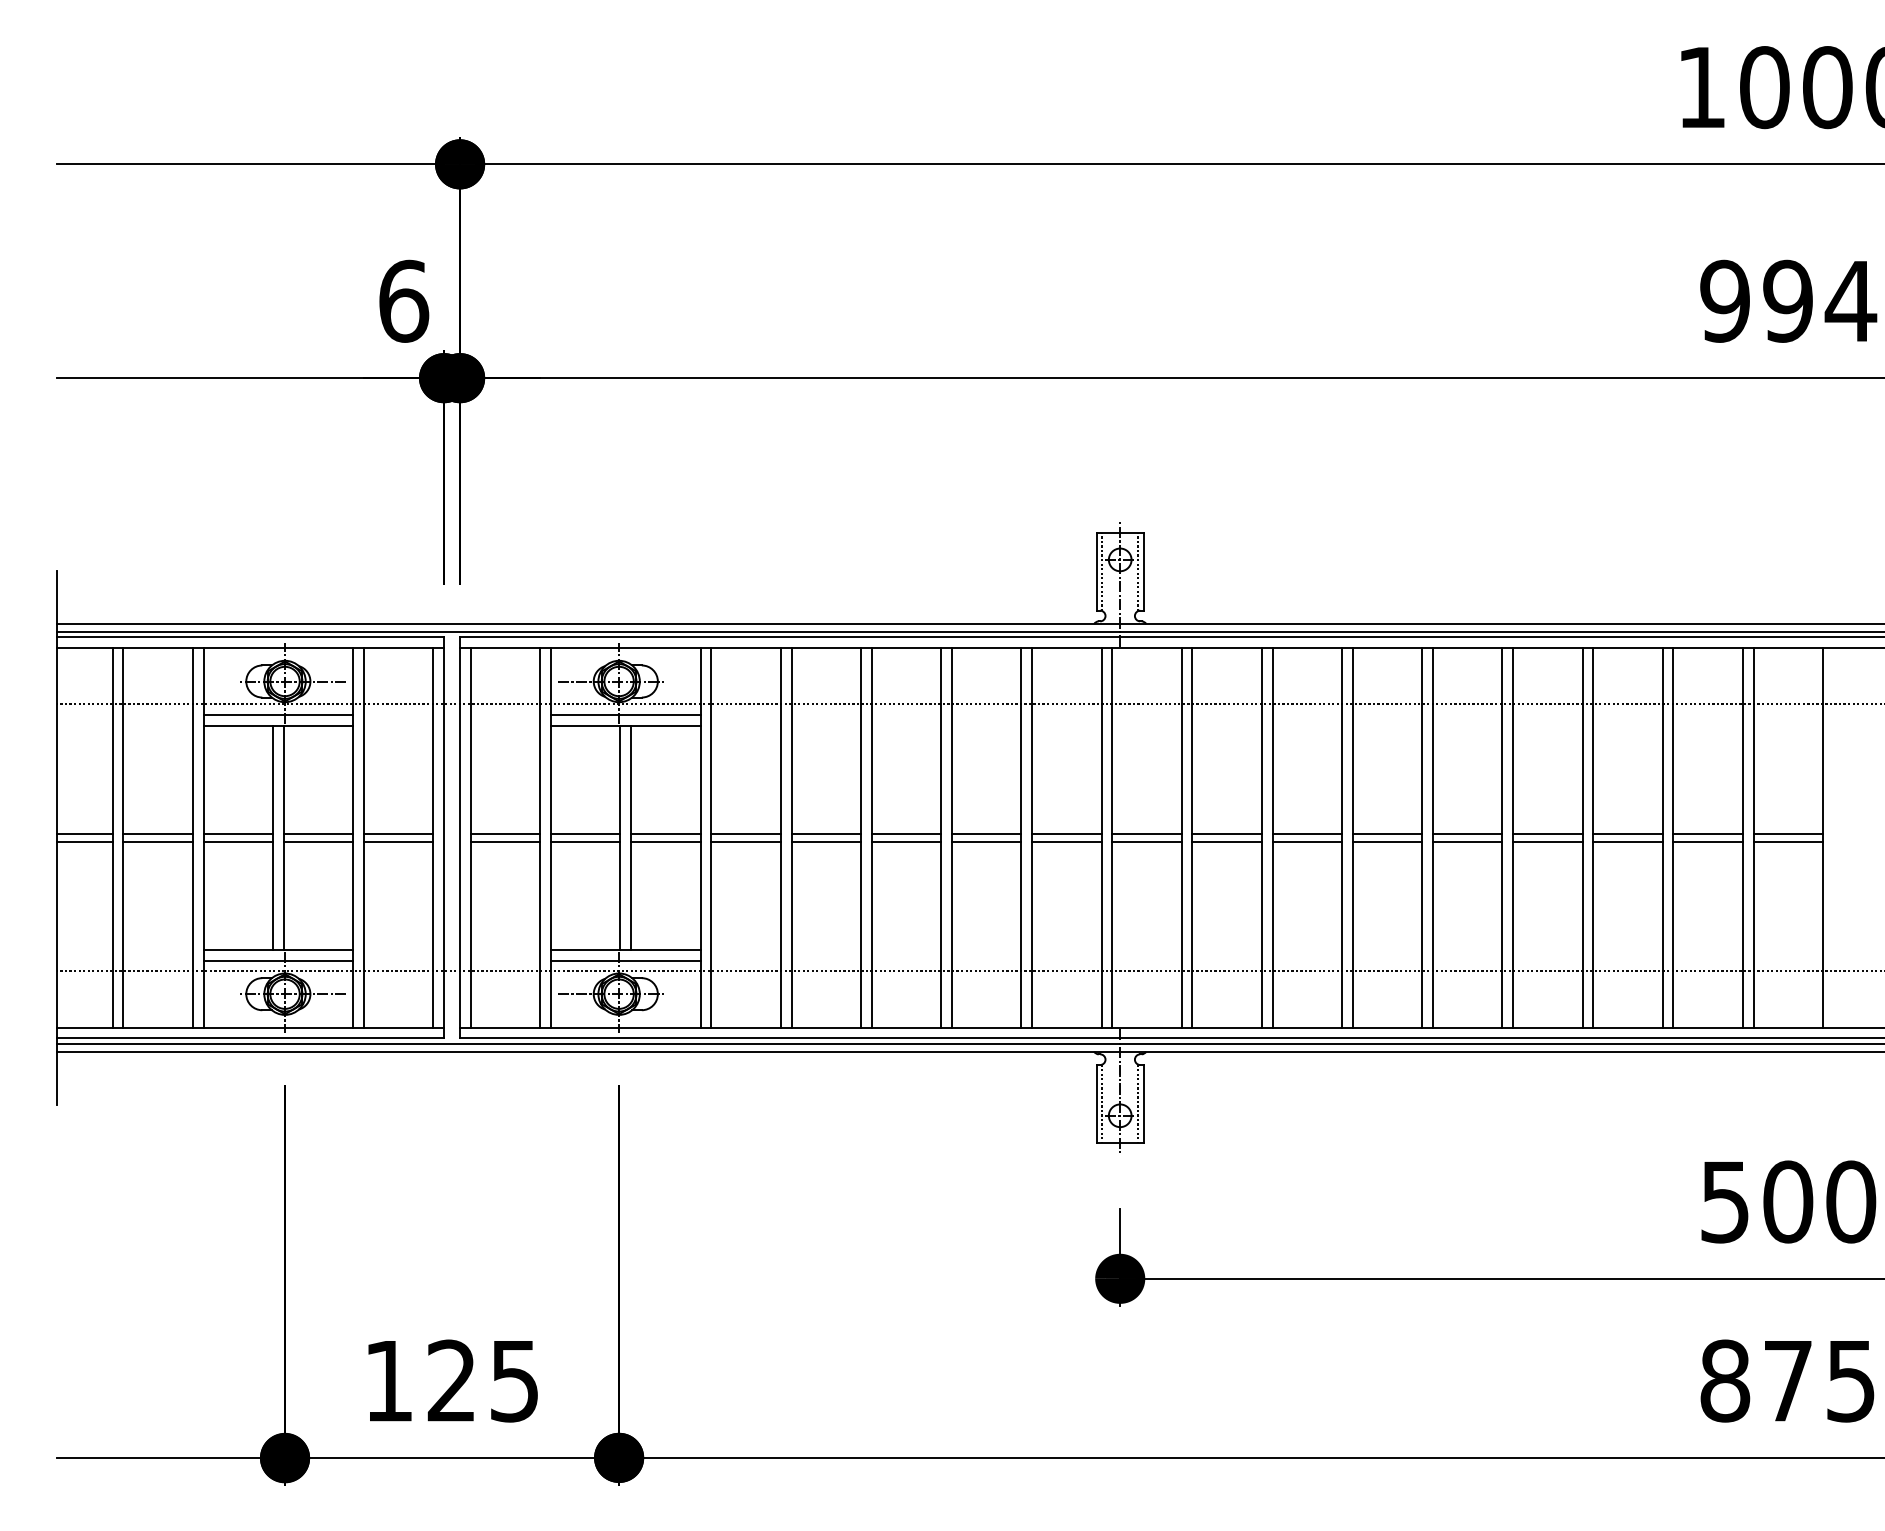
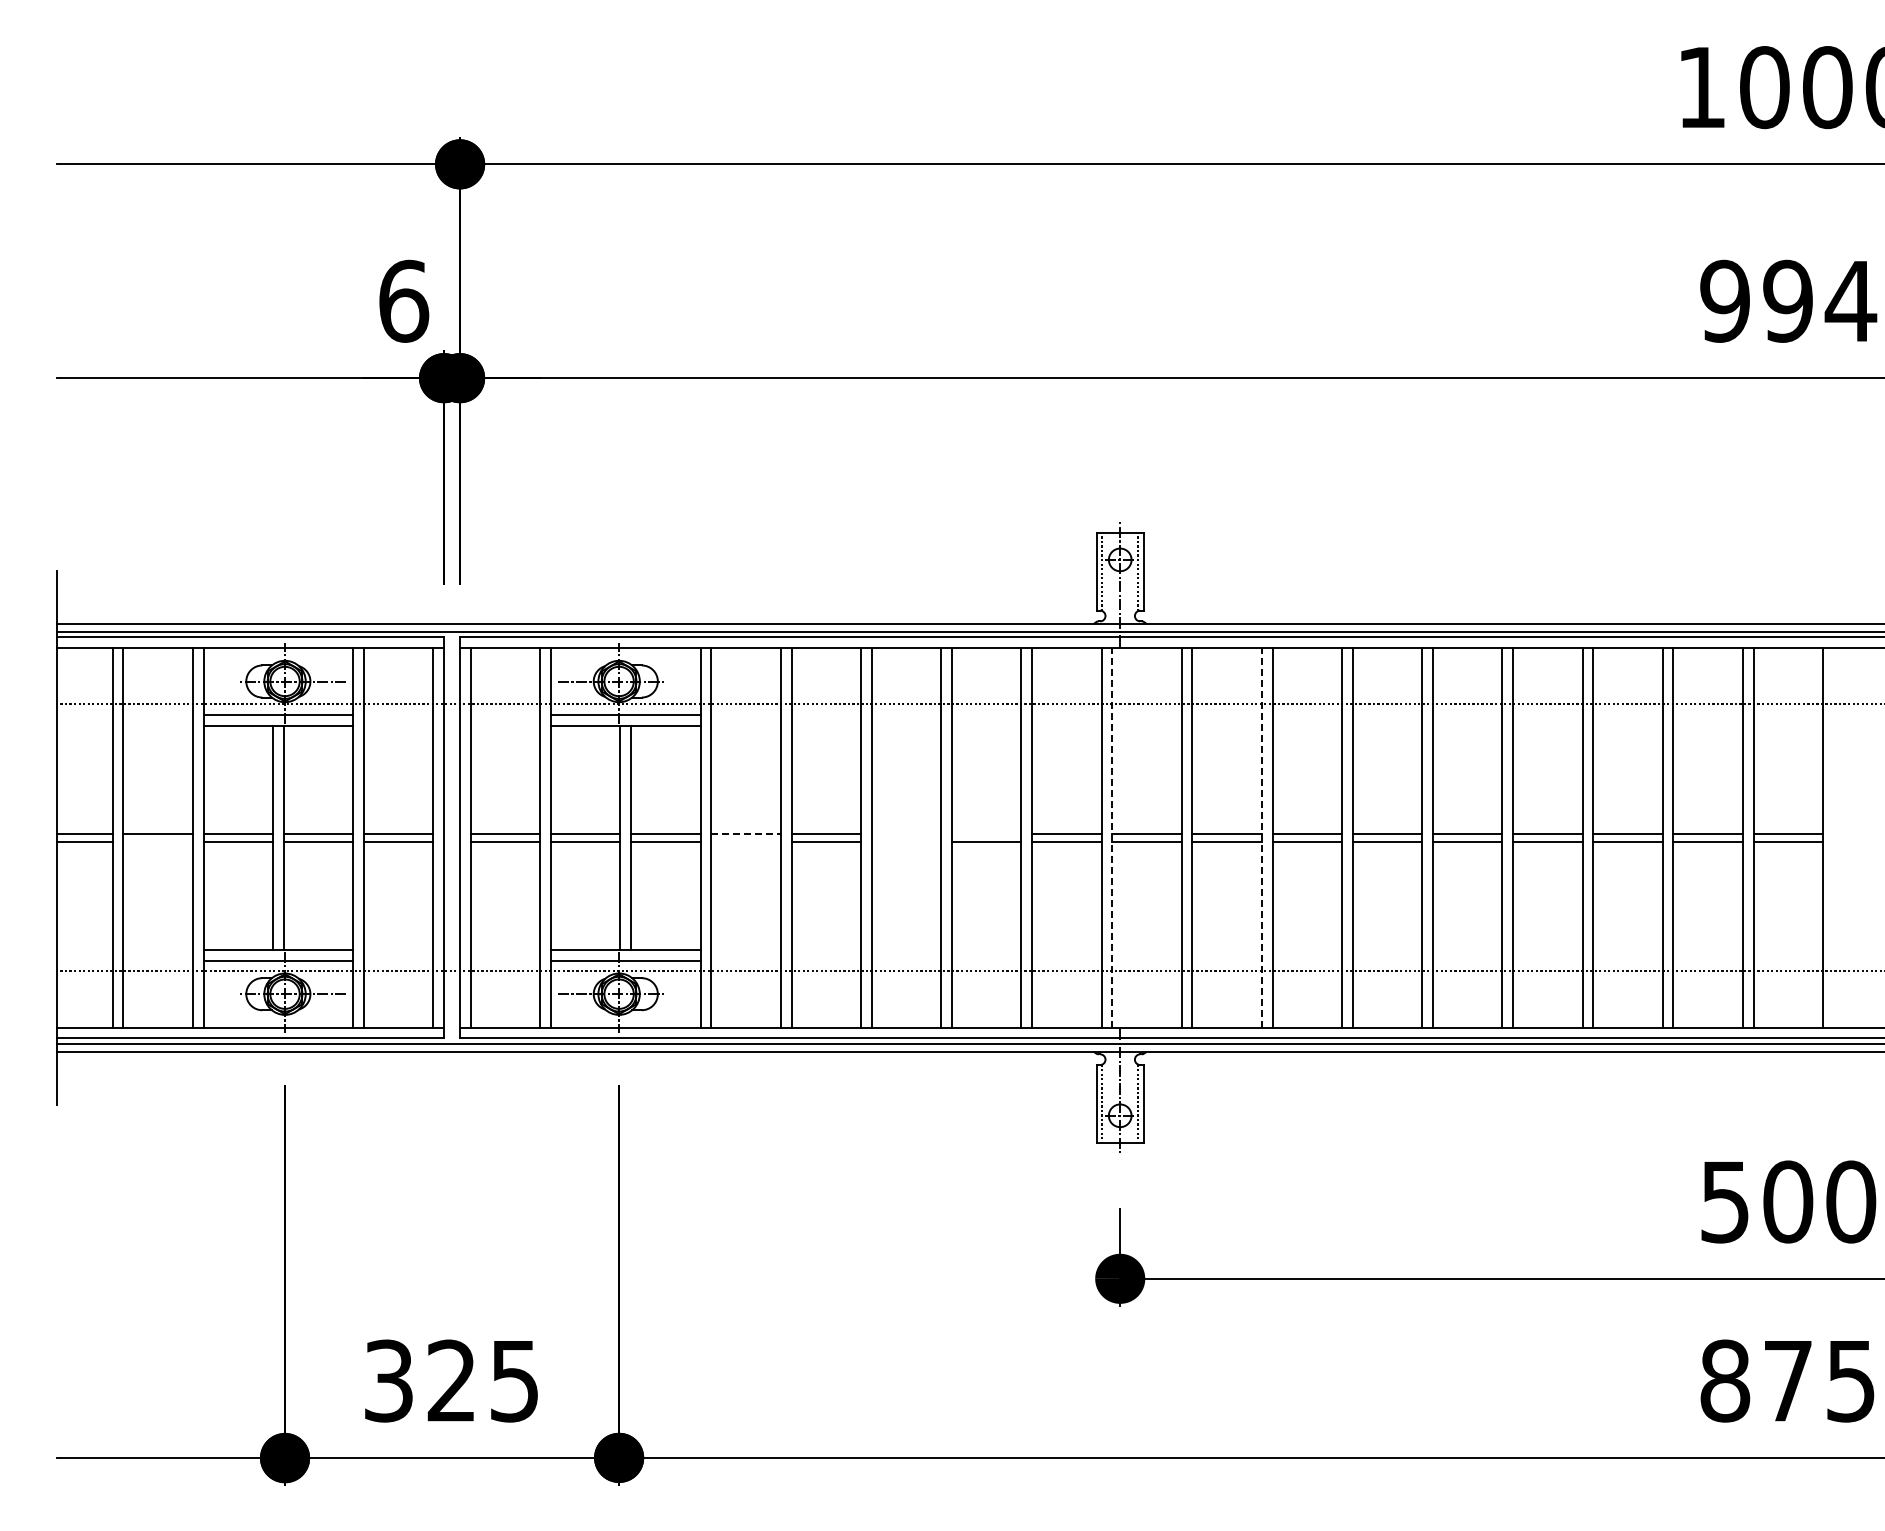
line at (746, 833): solid -> dashed
line at (906, 833): present -> none
line at (986, 833): present -> none
line at (1112, 837): solid -> dashed
line at (1261, 837): solid -> dashed
line at (157, 841): present -> none
line at (745, 841): present -> none
line at (906, 841): present -> none
text at (388, 1380): 125 -> 325
